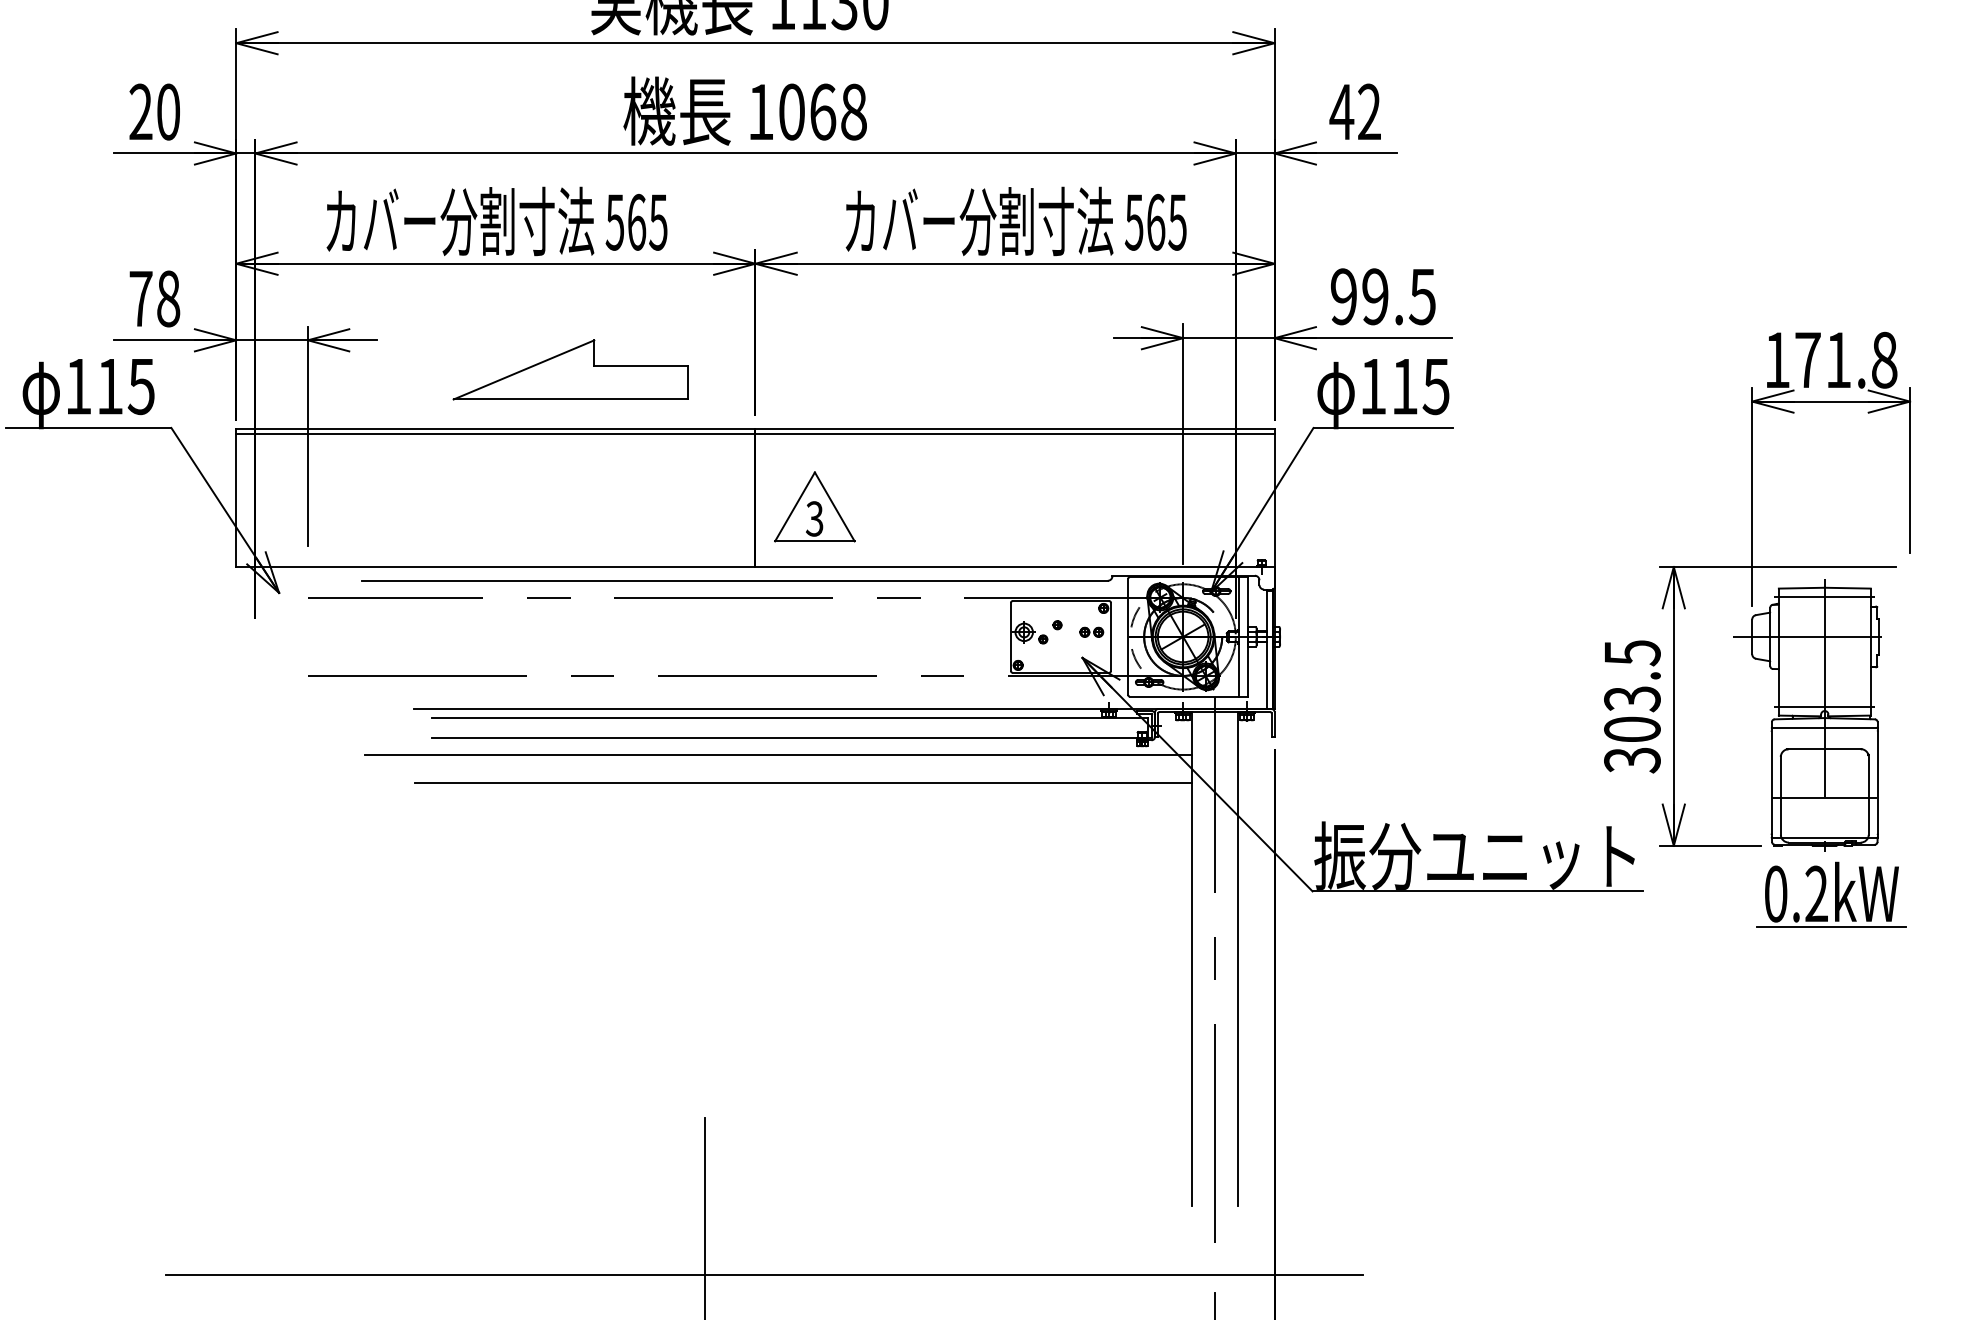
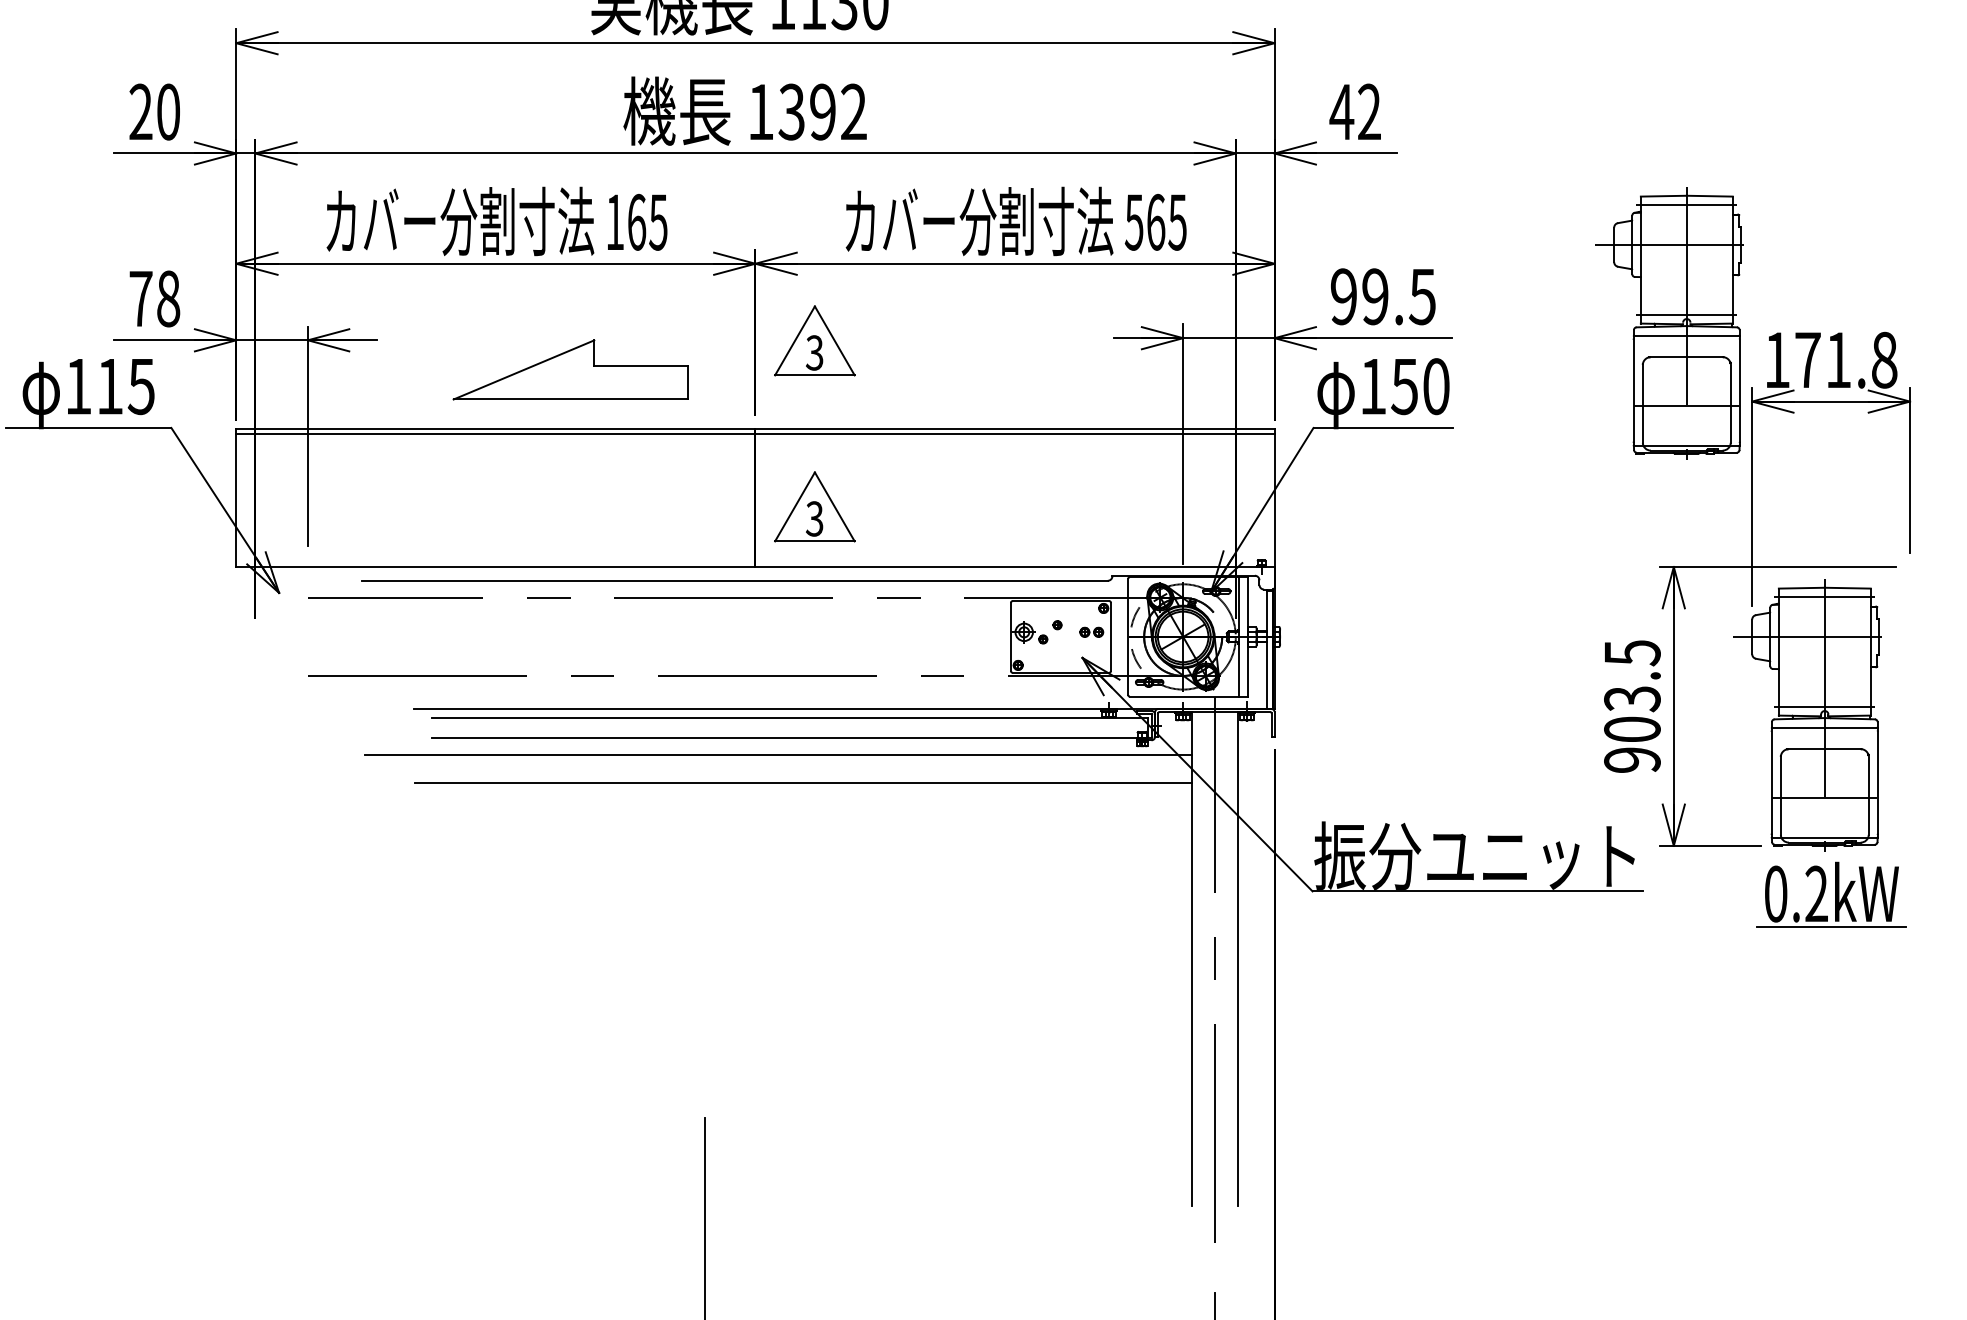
text at (822, 111): 1068 -> 1392
text at (614, 222): 565 -> 165
part at (1669, 323): none -> present
part at (814, 340): none -> present
text at (1420, 386): 115 -> 150
text at (1632, 760): 303.5 -> 903.5
line at (764, 1275): present -> none
